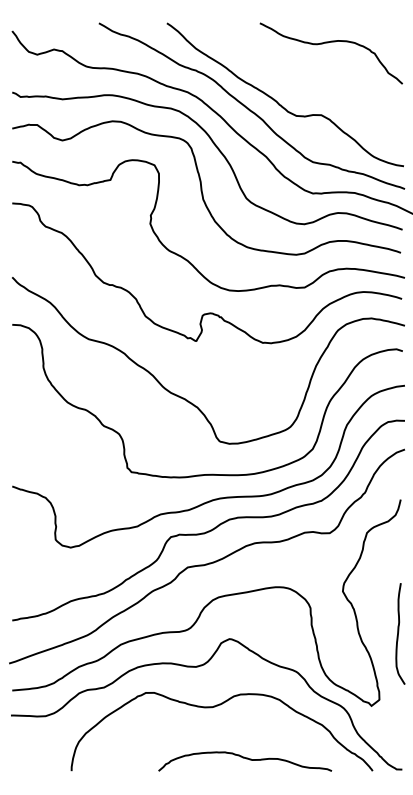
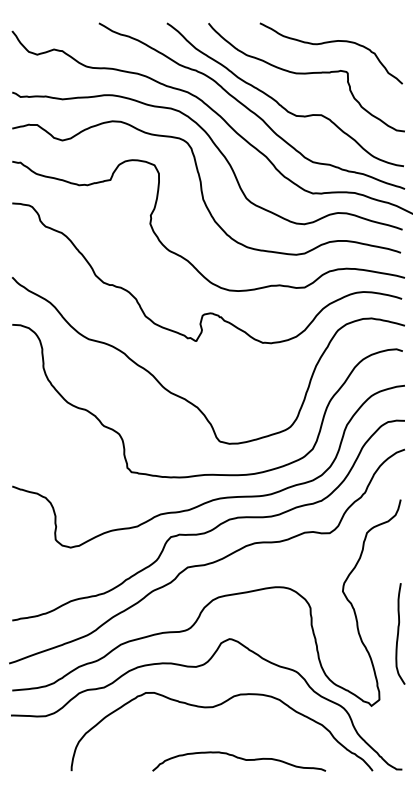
curve at (306, 74): none -> present
curve at (246, 759) position: (246, 759) -> (240, 759)
